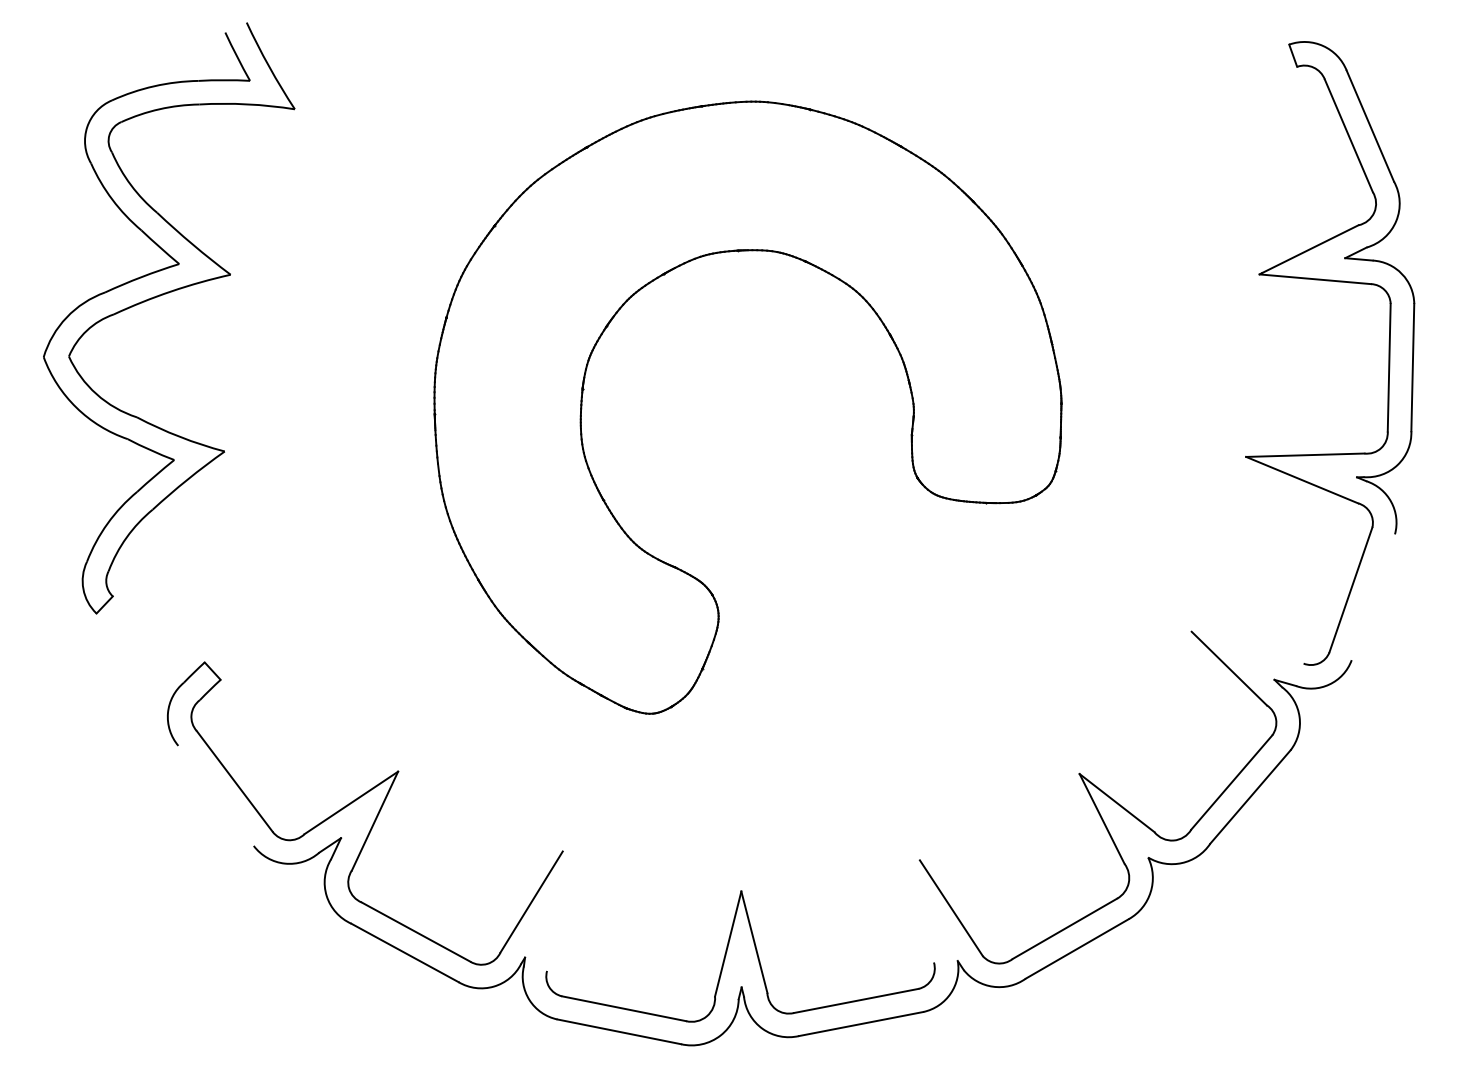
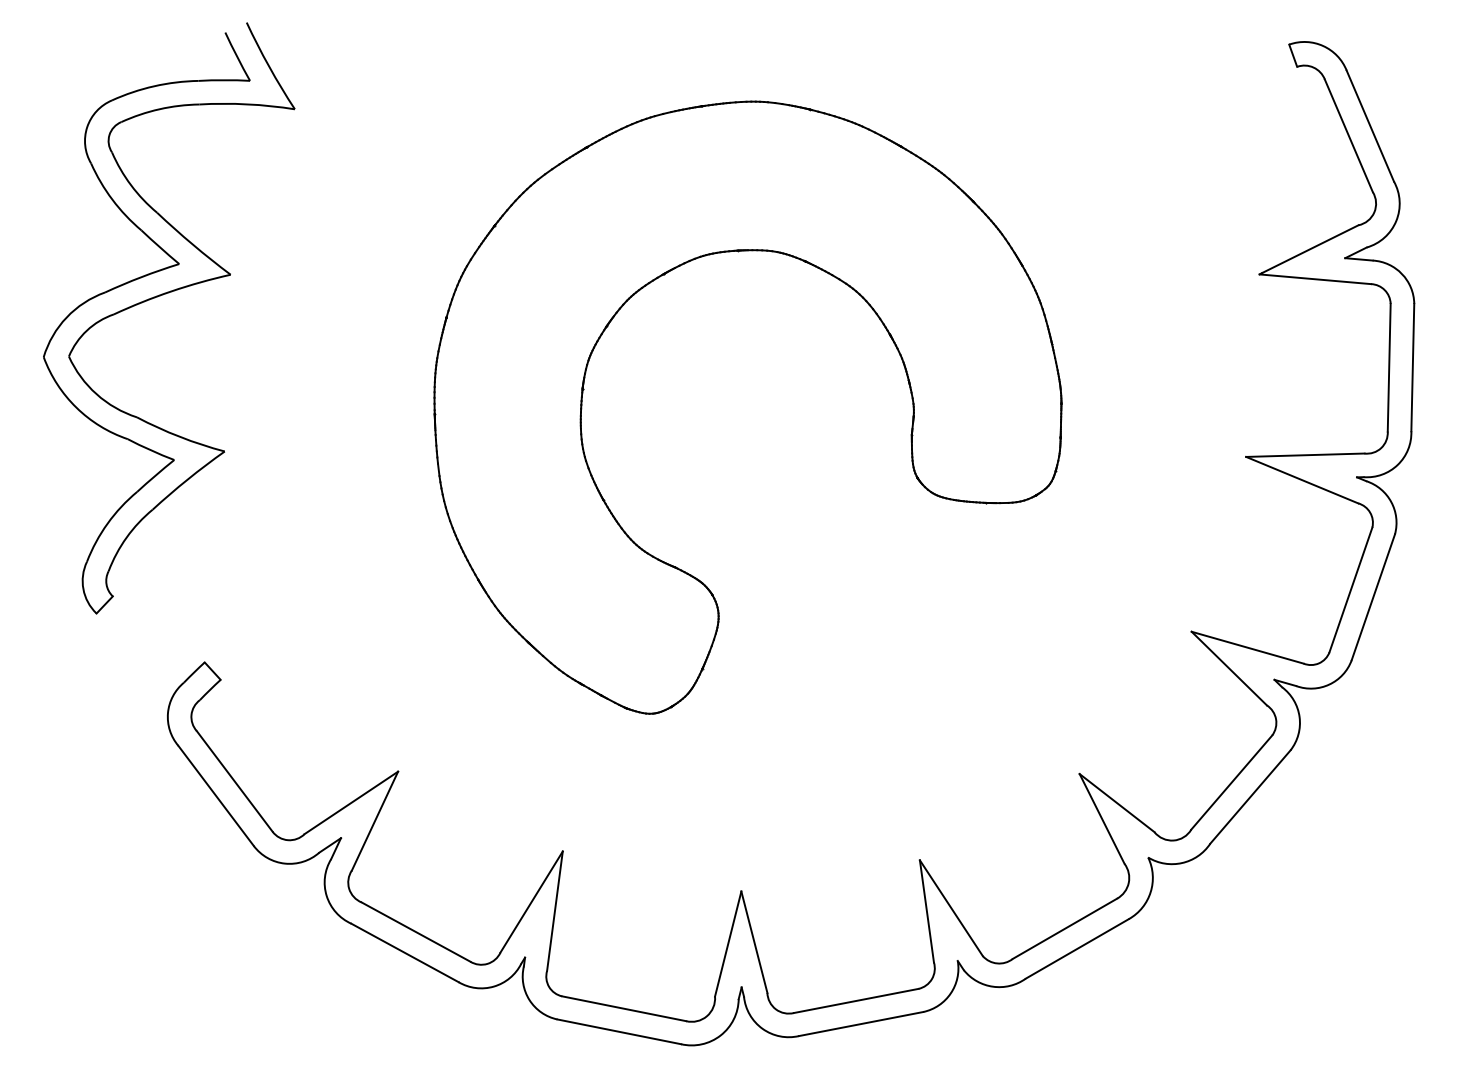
line at (1372, 597): none -> present
line at (1247, 647): none -> present
line at (215, 795): none -> present
line at (554, 910): none -> present
line at (926, 911): none -> present
